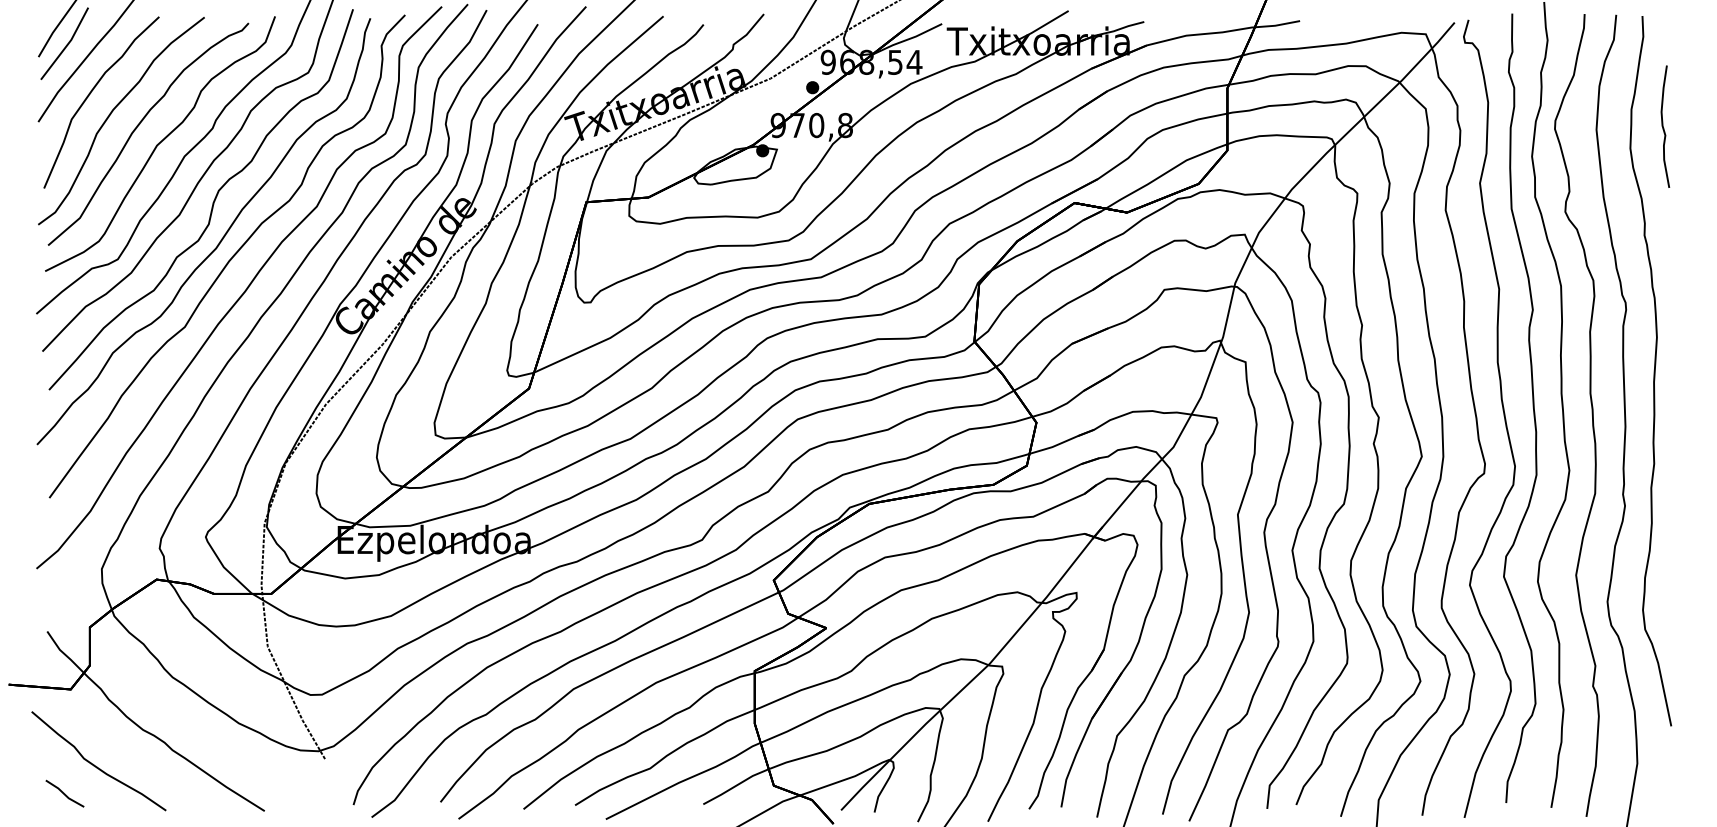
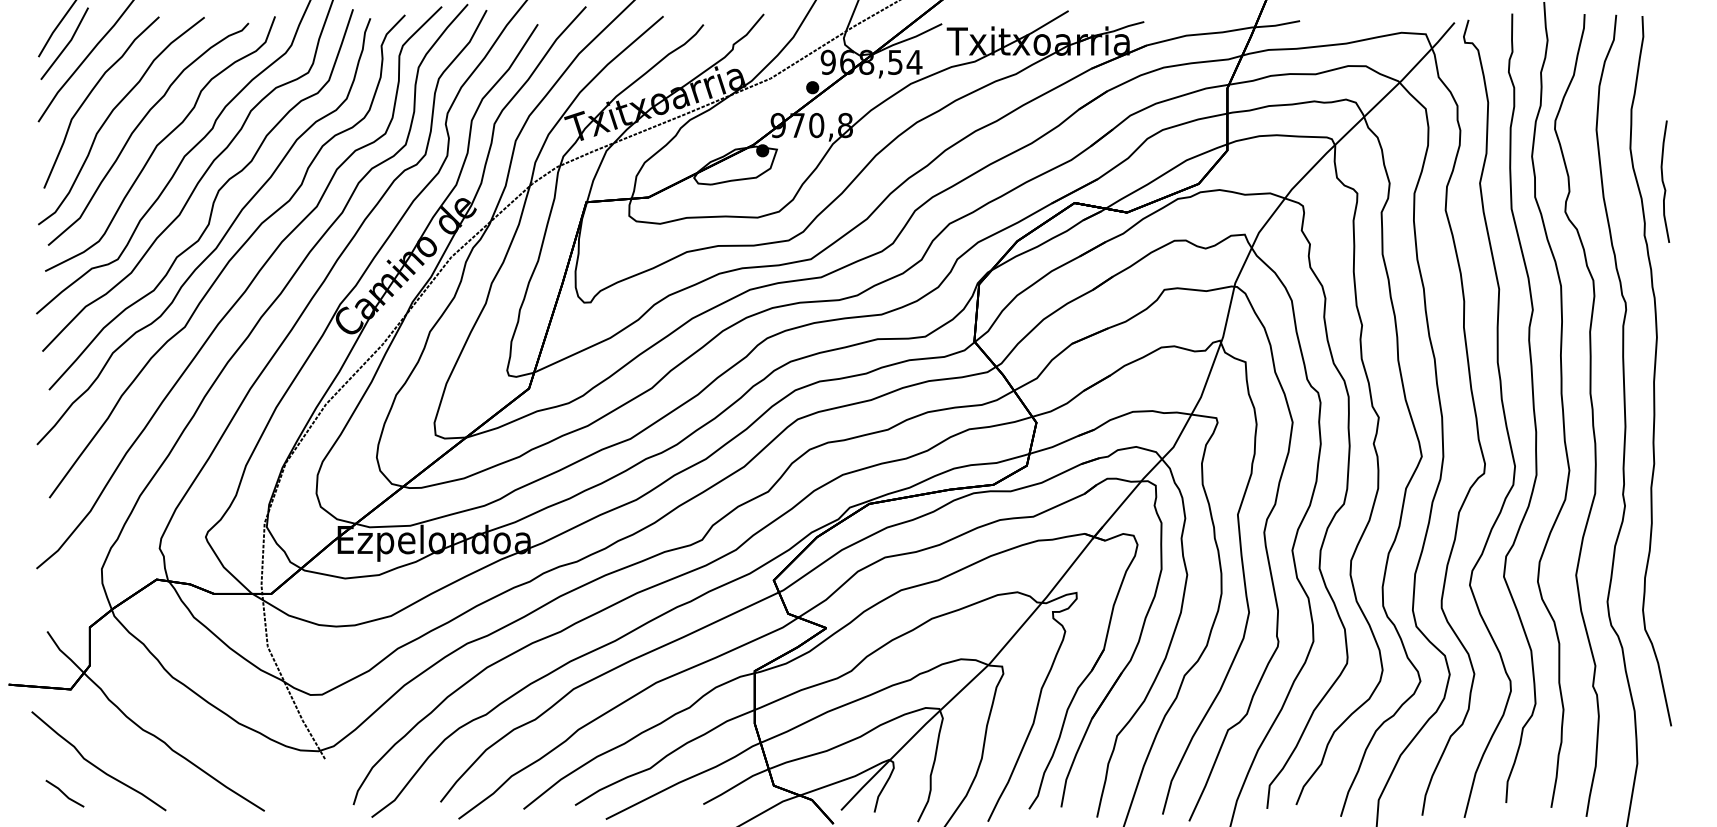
part at (1665, 126) position: (1665, 126) -> (1665, 181)
